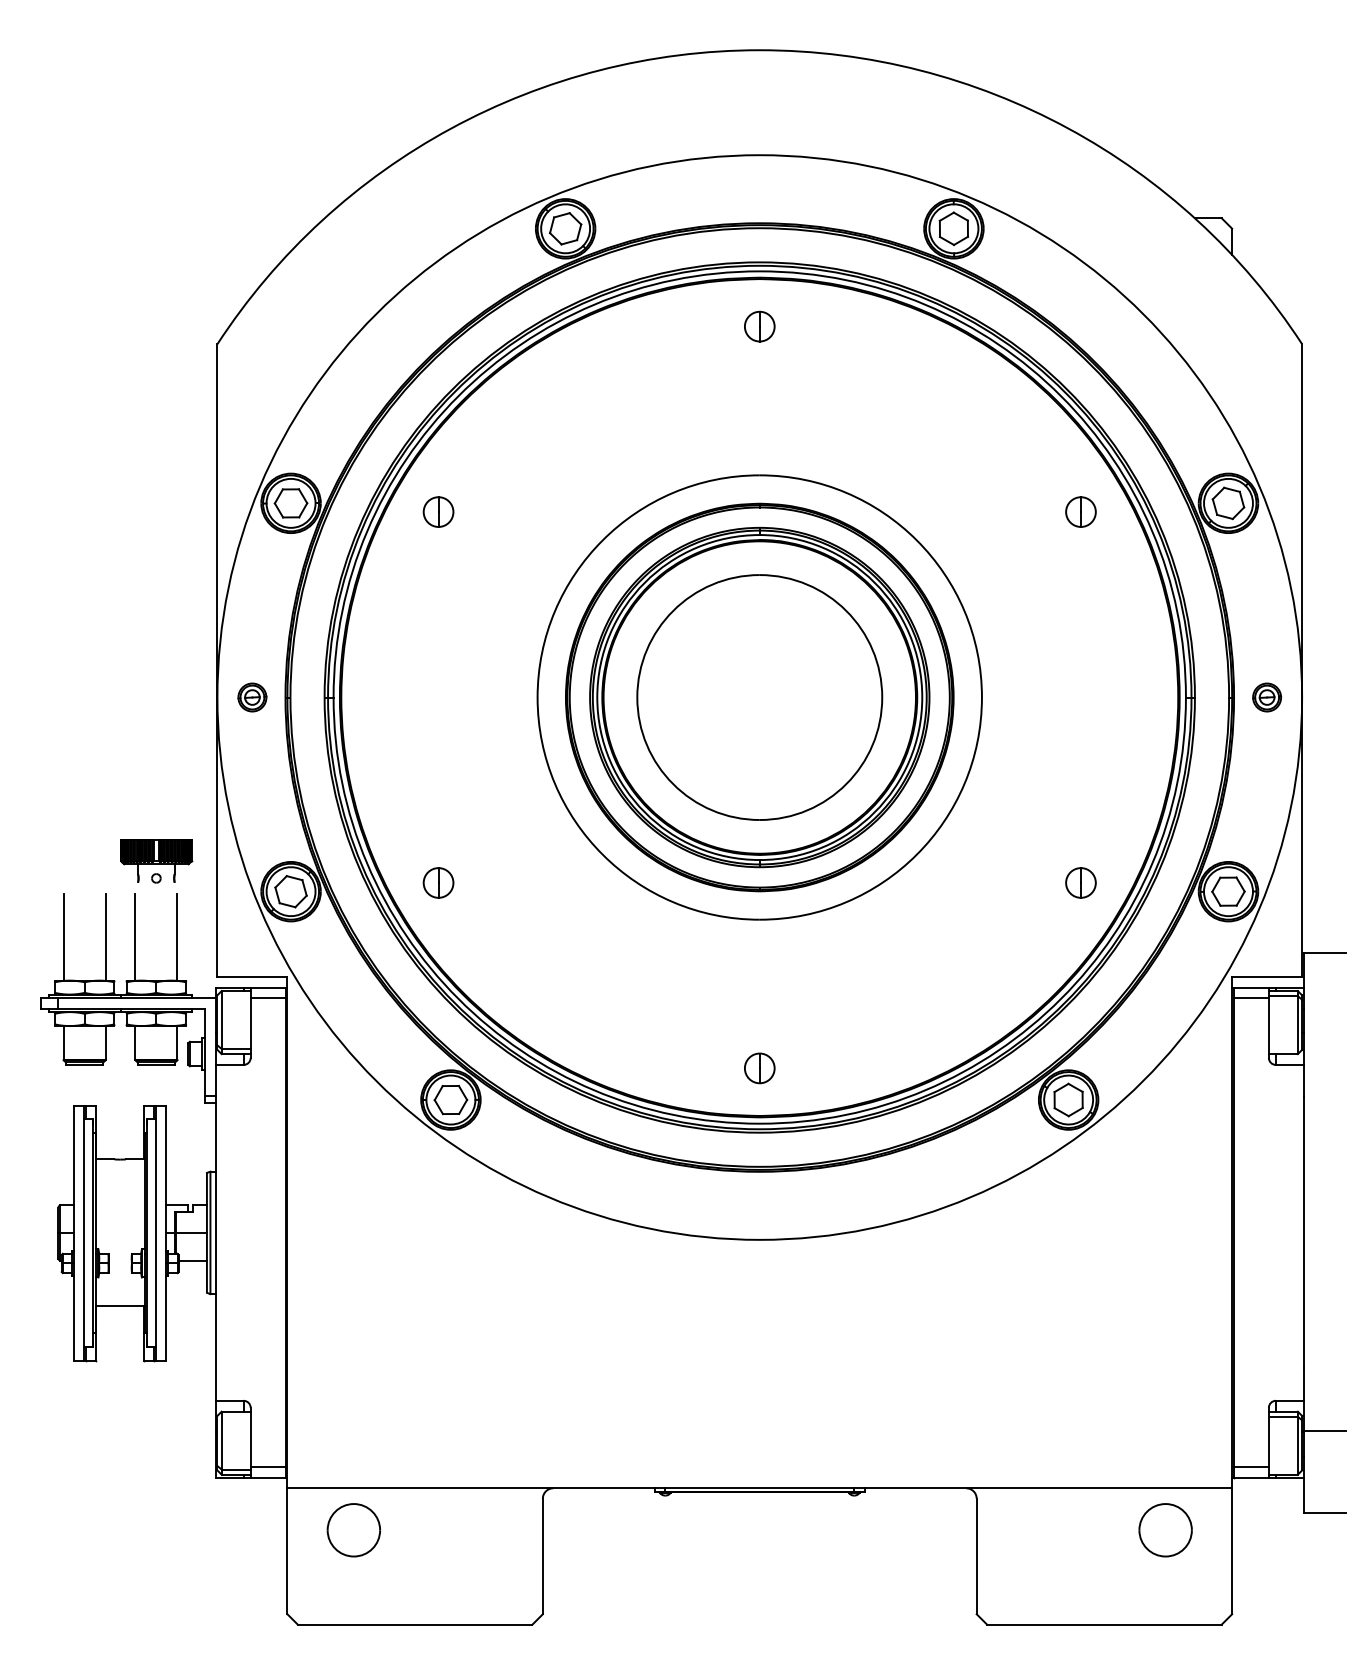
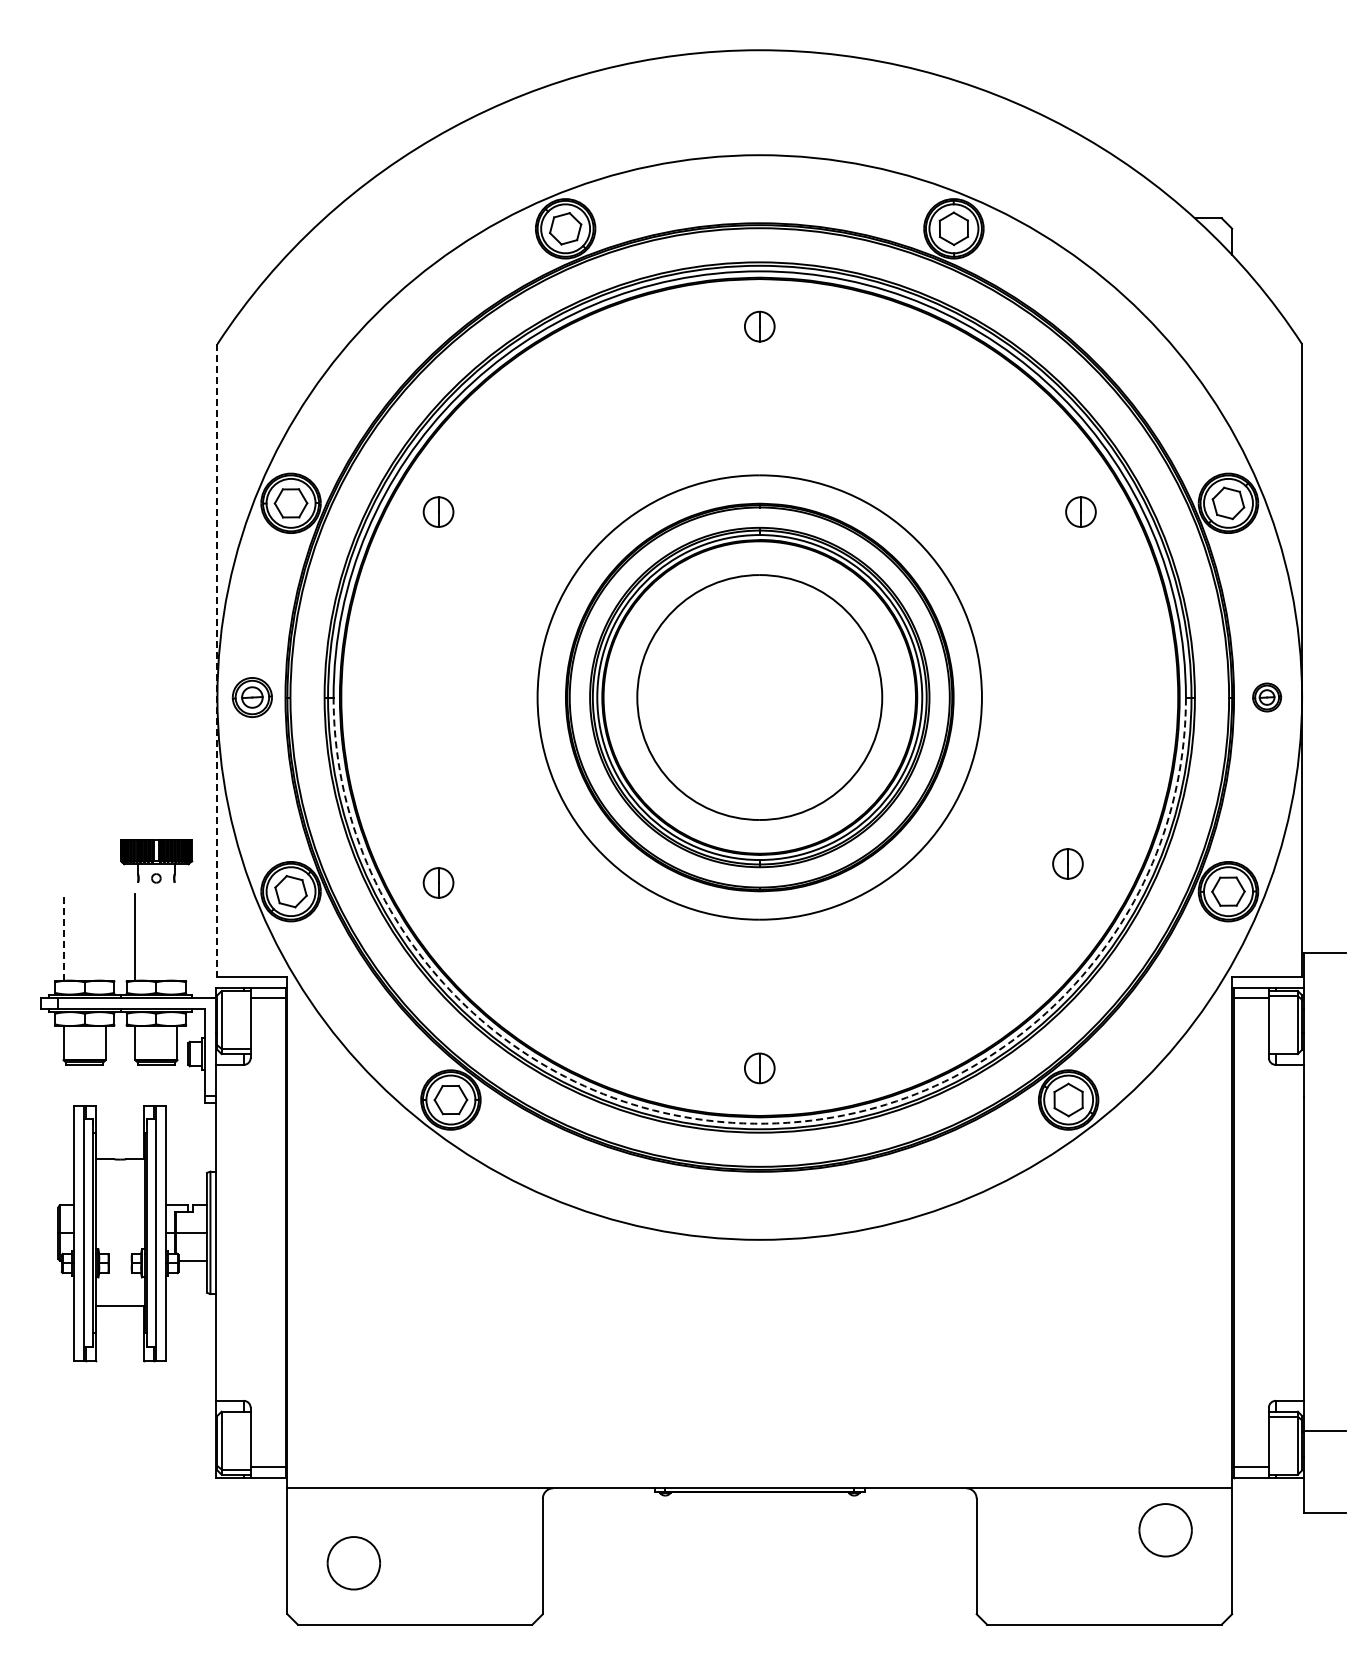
line at (217, 660): solid -> dashed
part at (252, 697) size: 31x31 px -> 42x41 px
part at (1080, 882) position: (1080, 882) -> (1067, 863)
line at (63, 936): solid -> dashed
line at (105, 937): present -> none
line at (177, 937): present -> none
arc at (759, 1123): solid -> dashed
part at (353, 1530) position: (353, 1530) -> (353, 1563)
